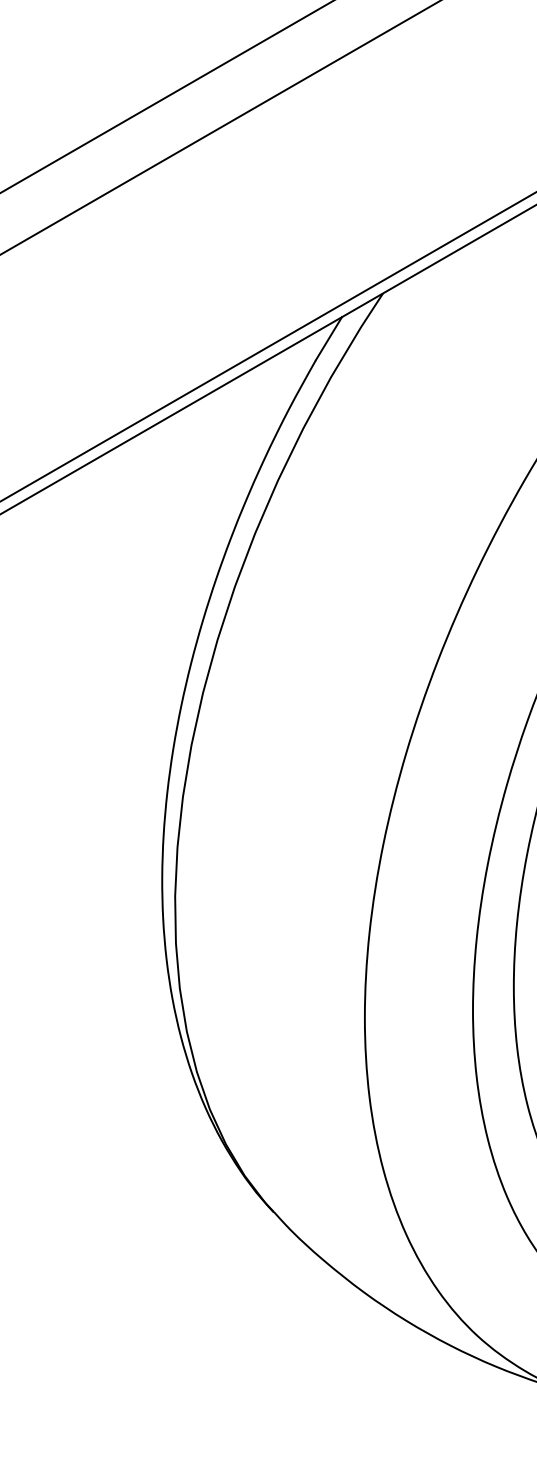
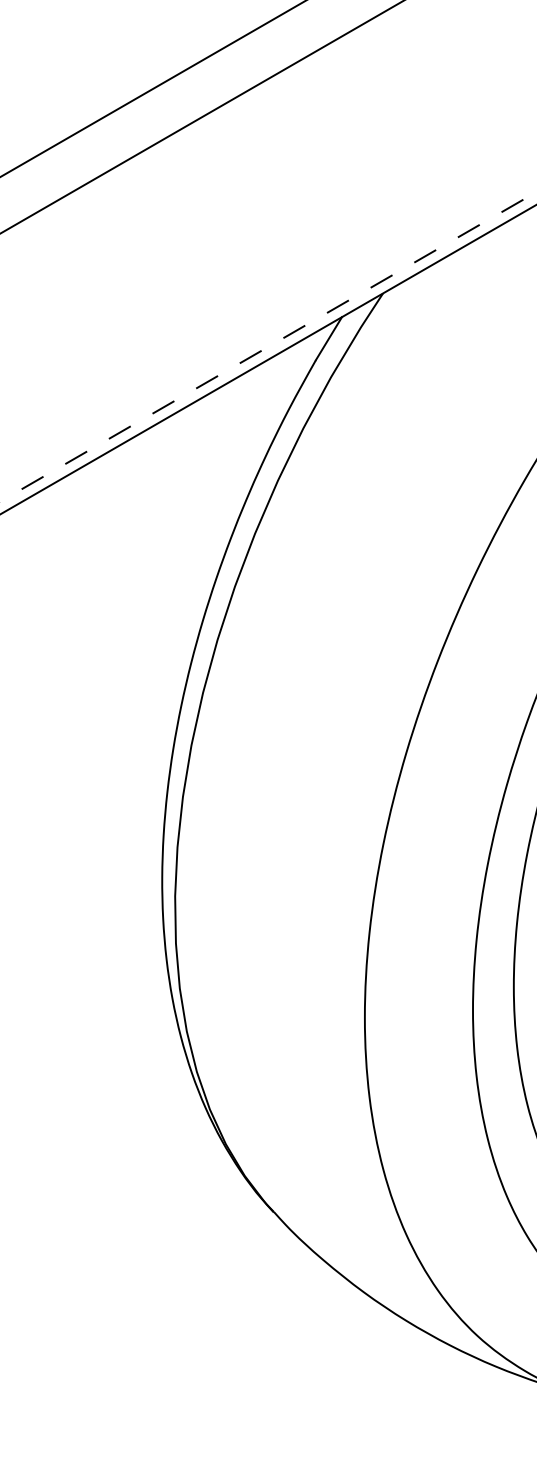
line at (166, 96) position: (166, 96) -> (152, 88)
line at (219, 127) position: (219, 127) -> (201, 117)
line at (268, 347): solid -> dashed
